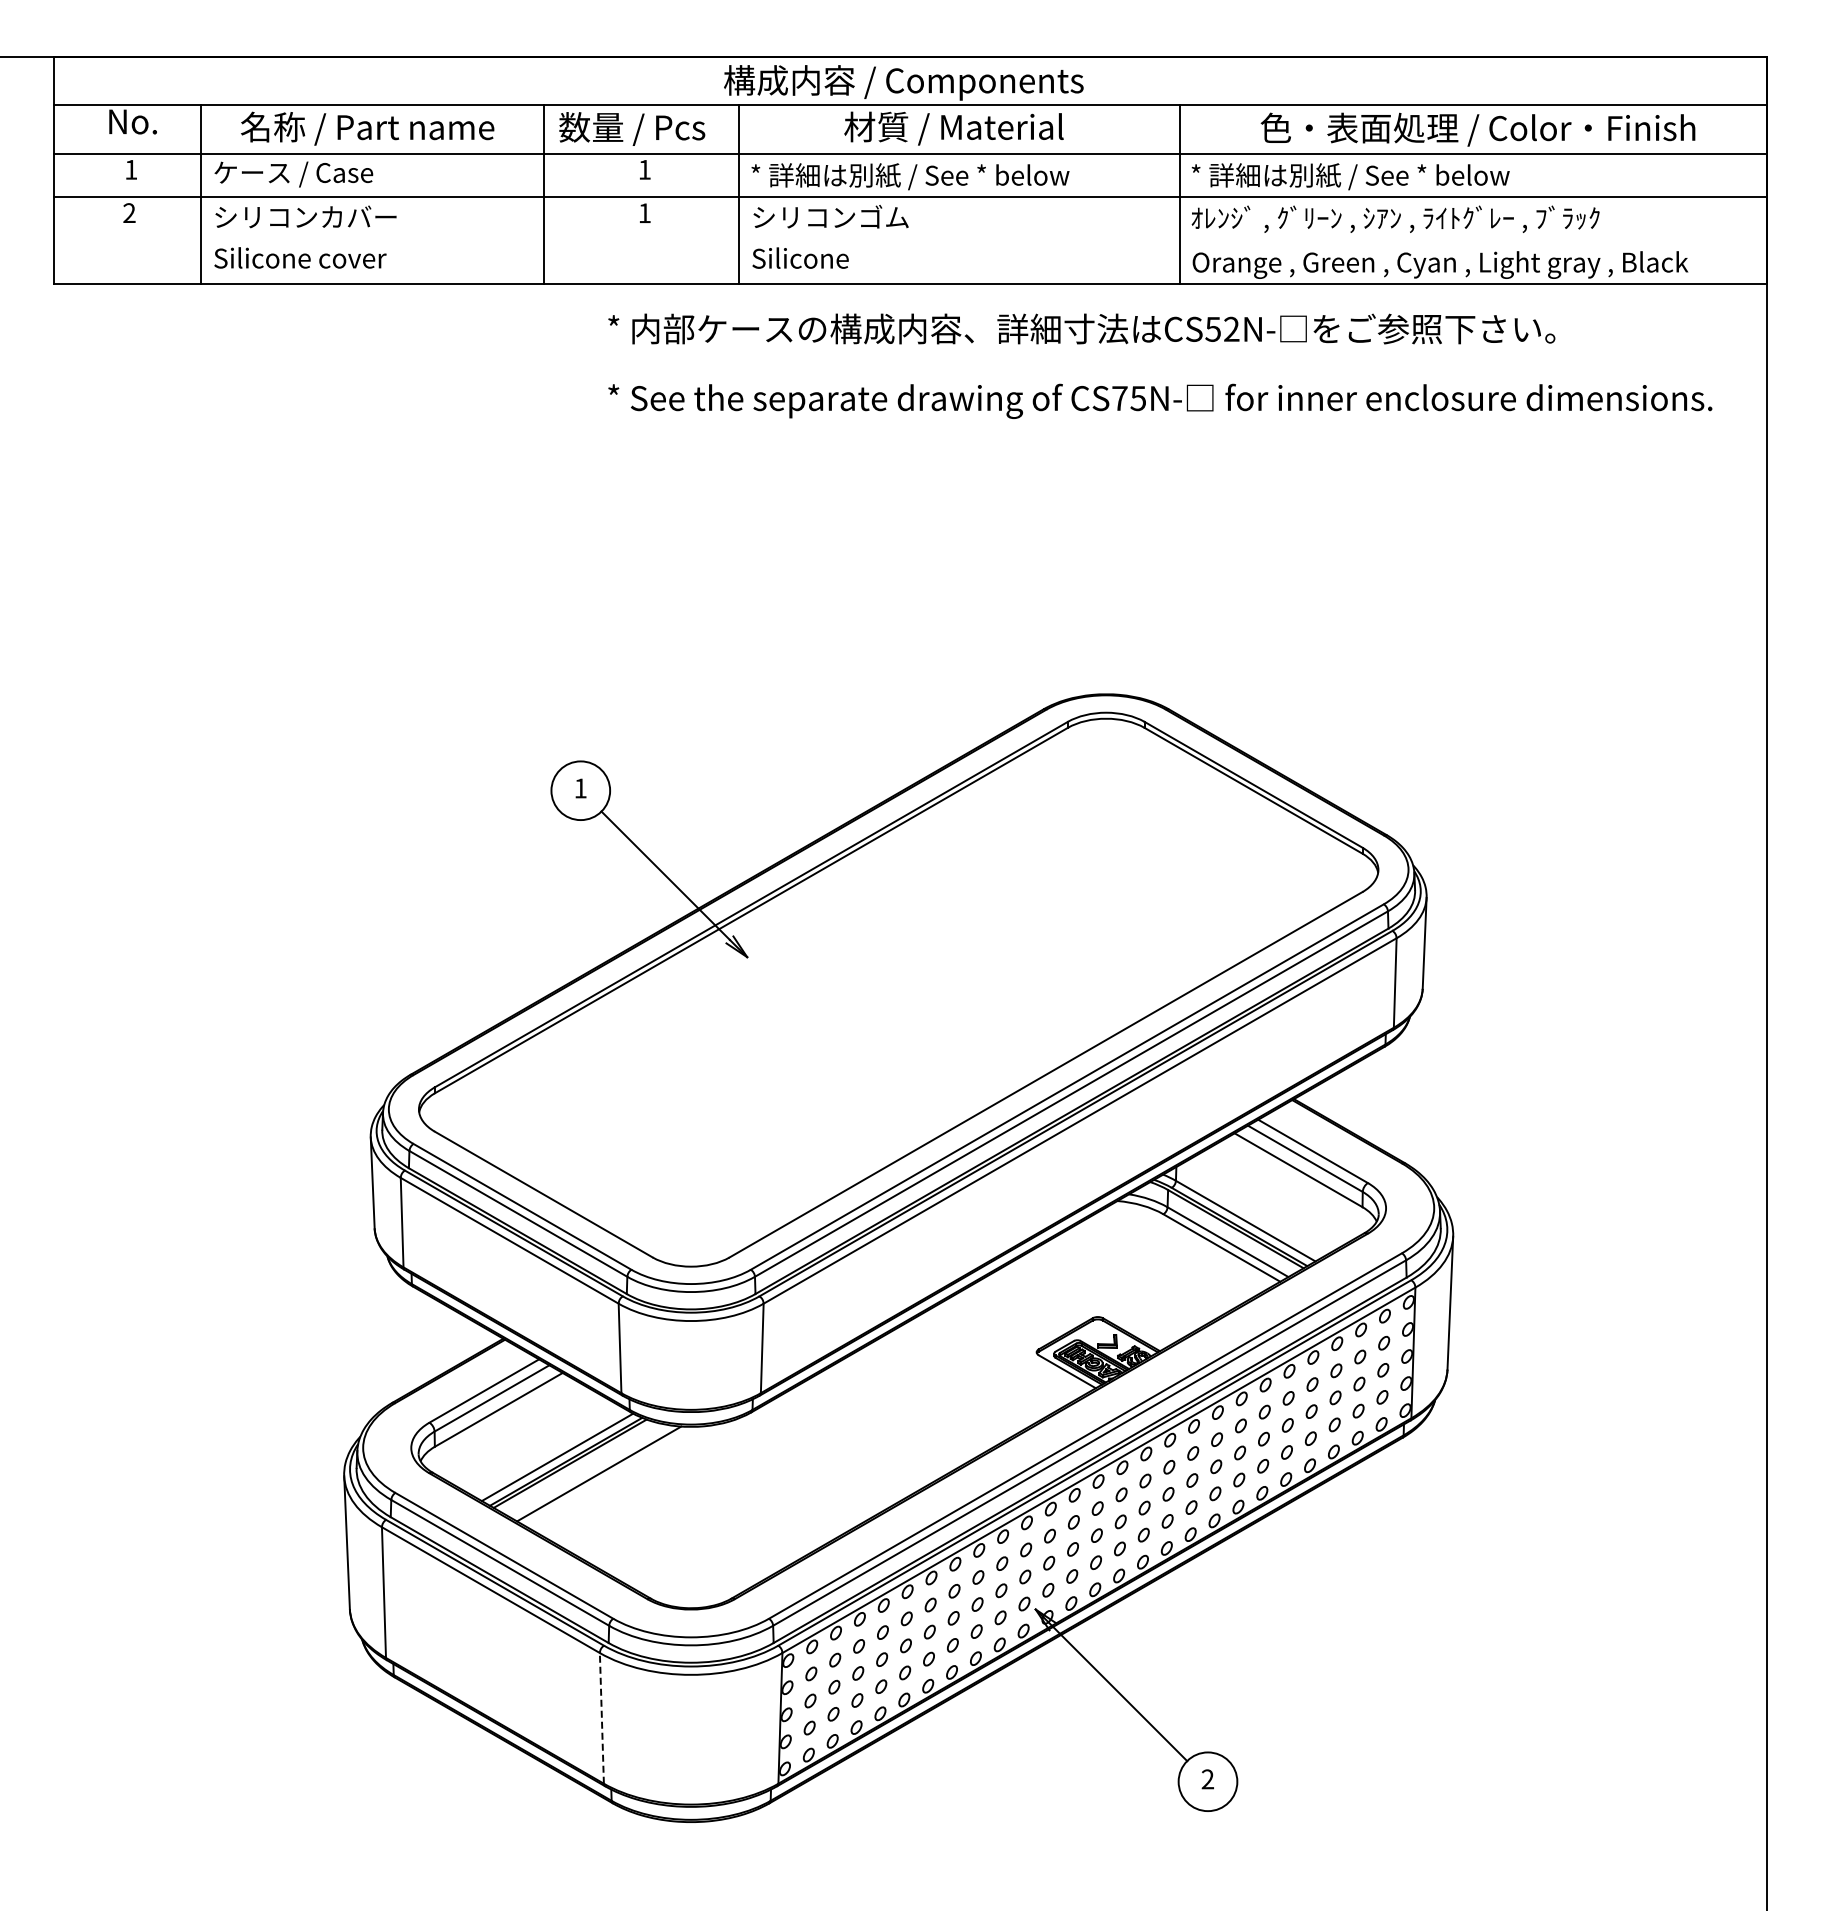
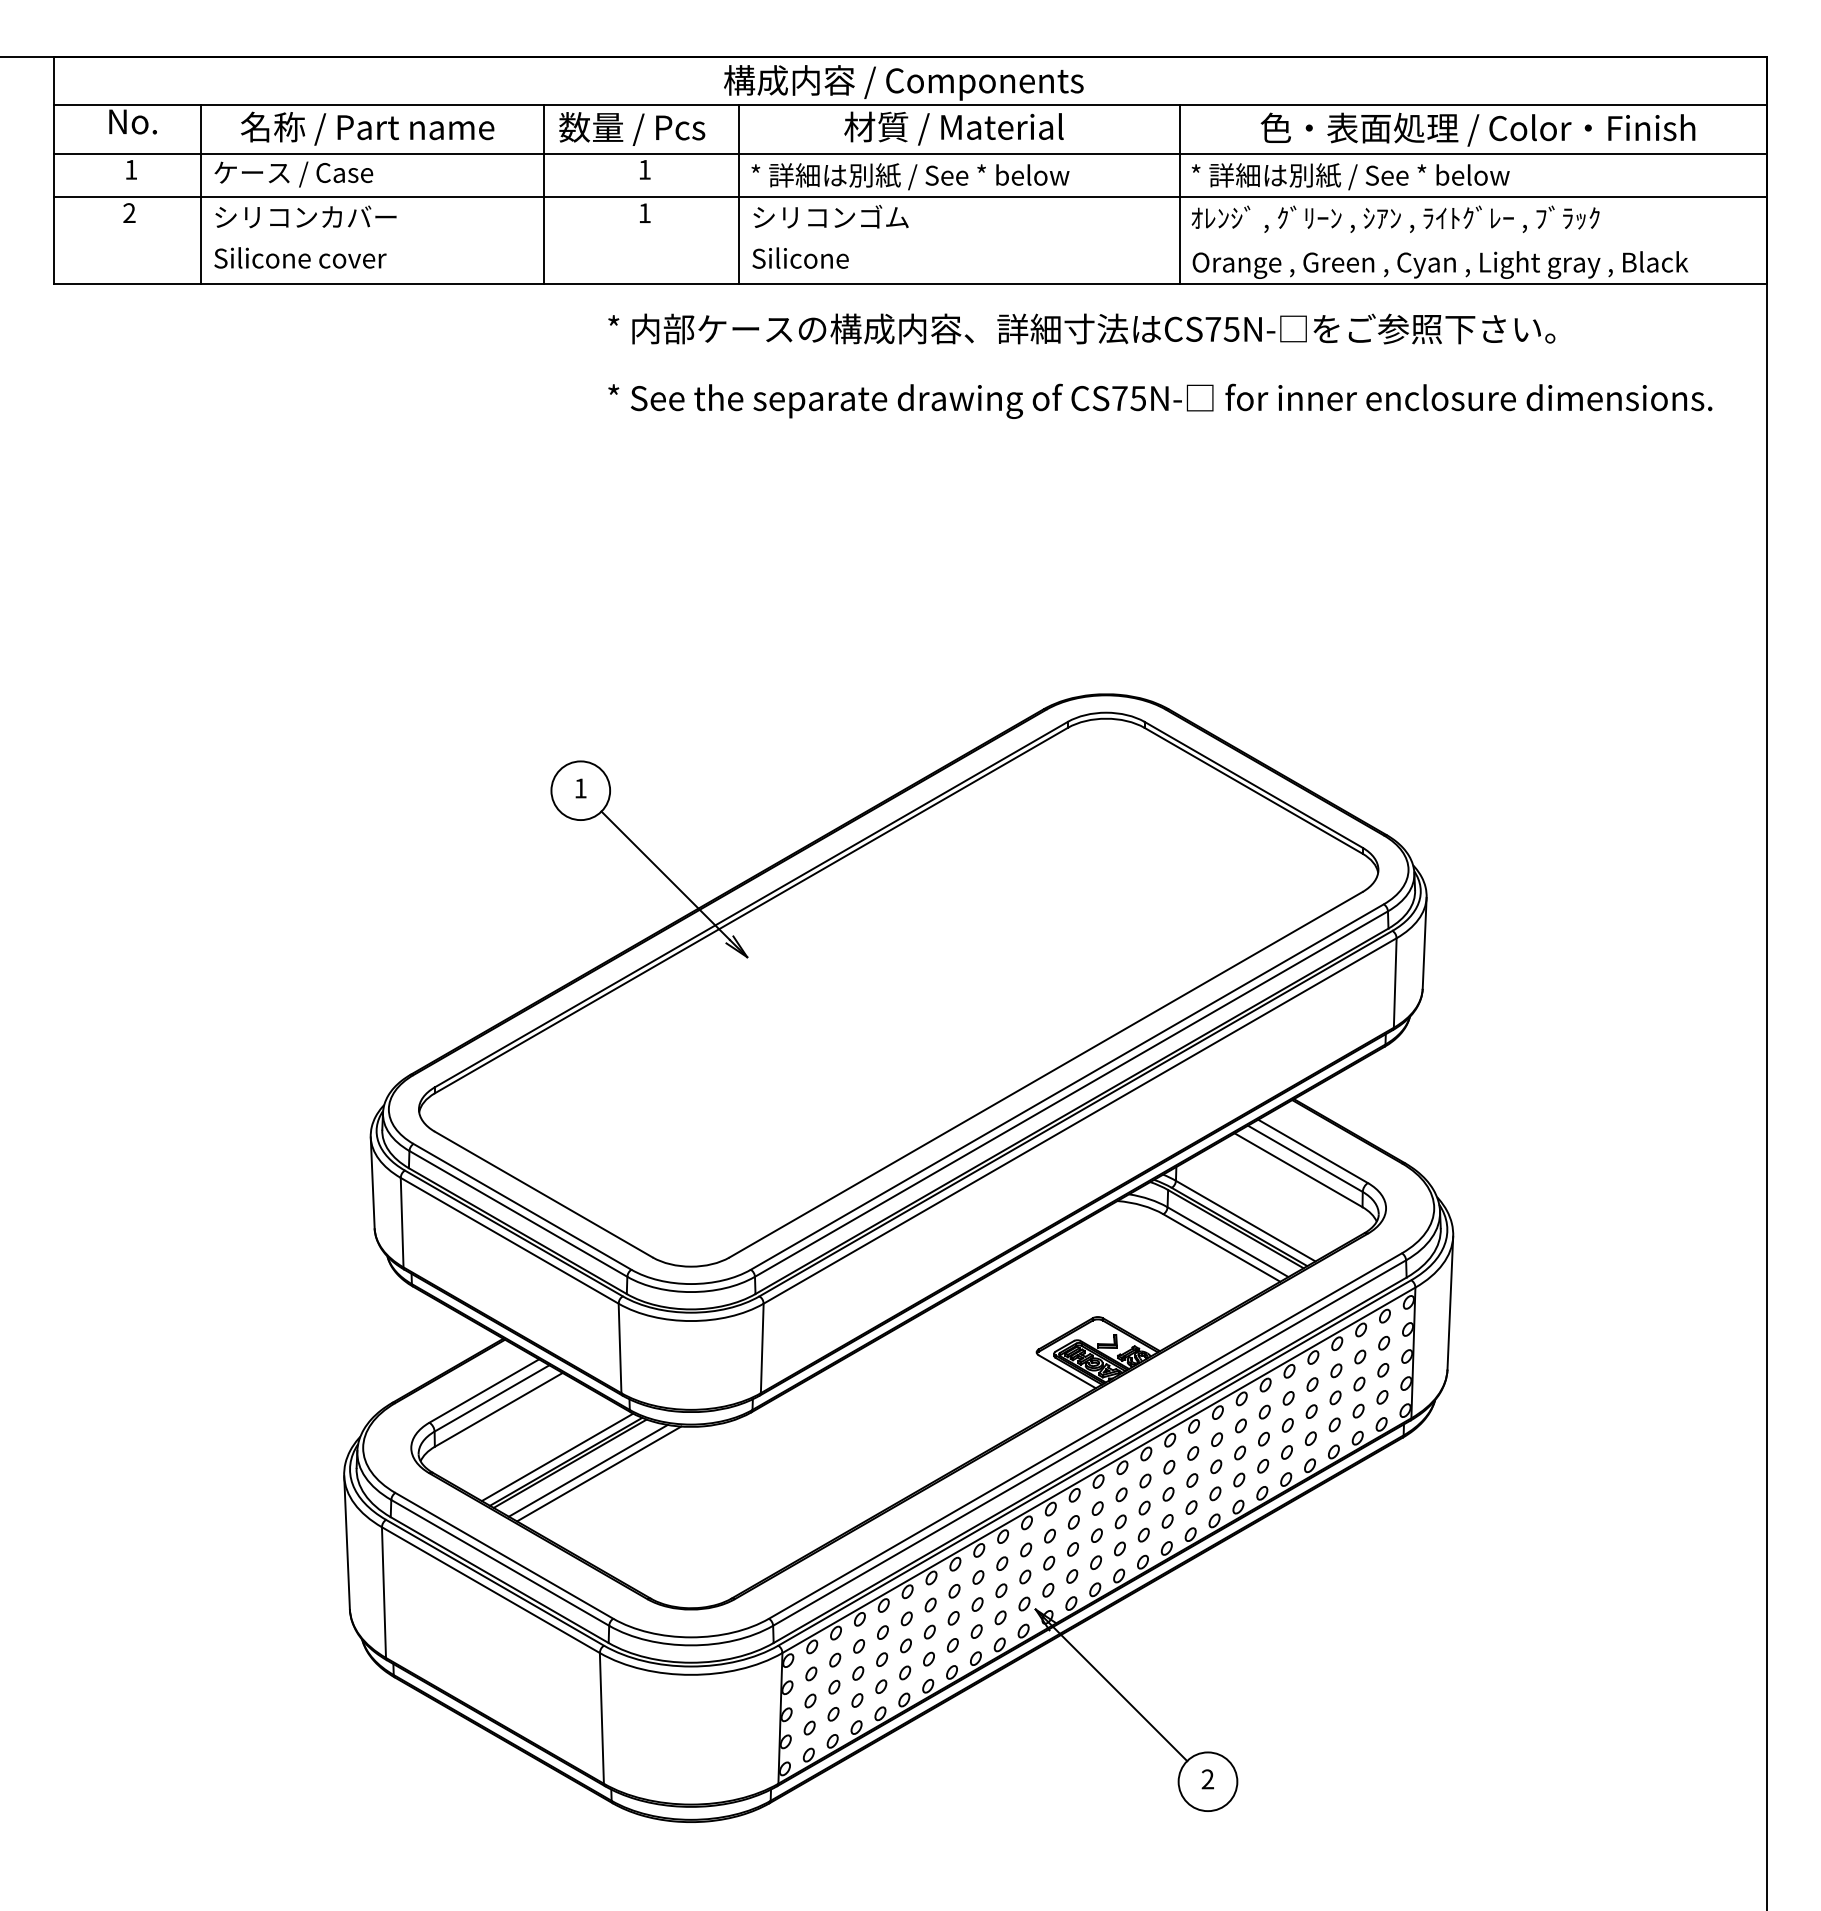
text at (1222, 328): CS52N- -> CS75N-
line at (587, 1470): none -> present
line at (601, 1717): dashed -> solid
